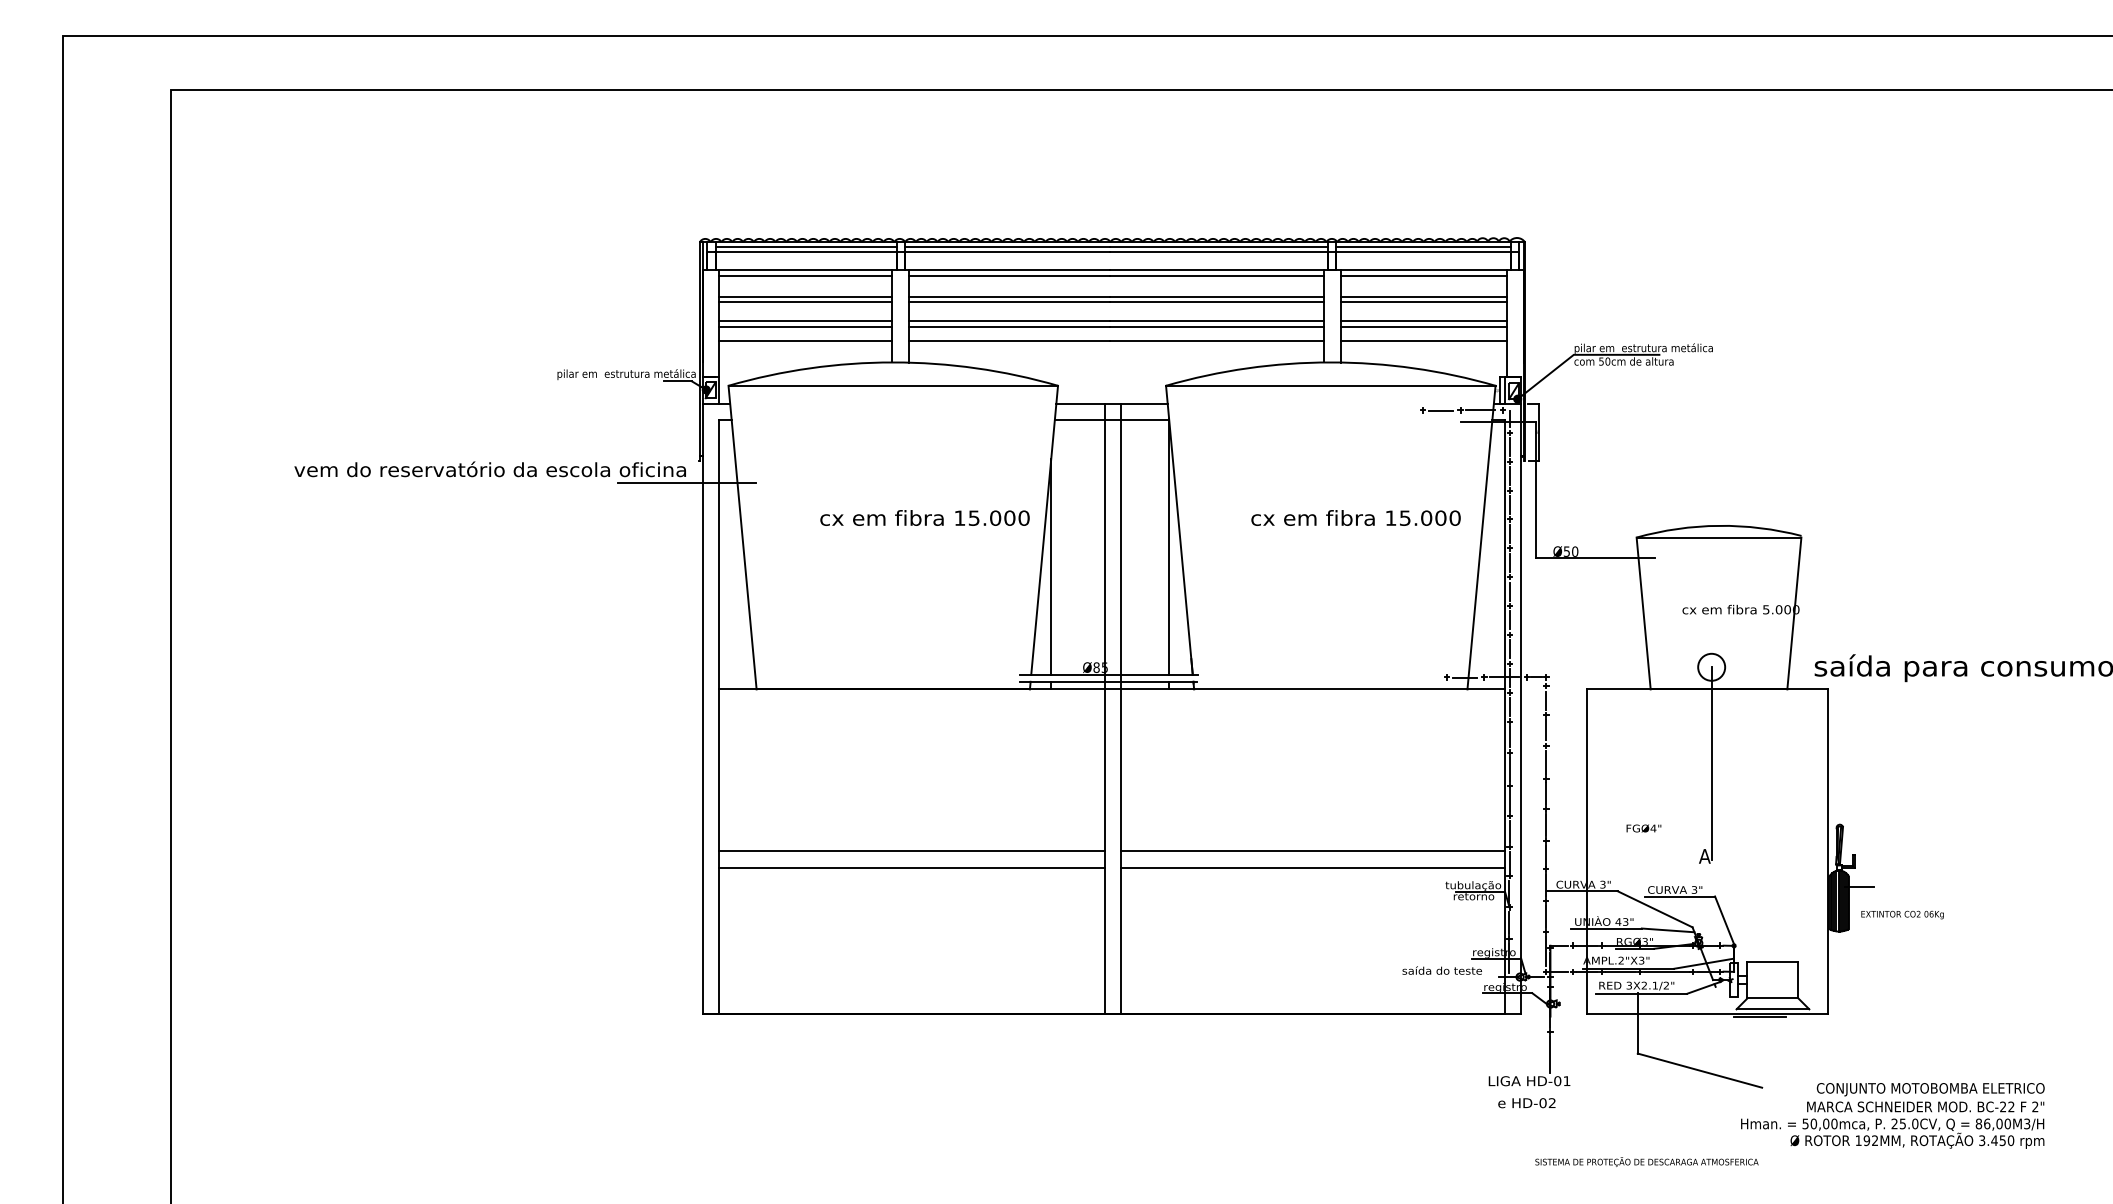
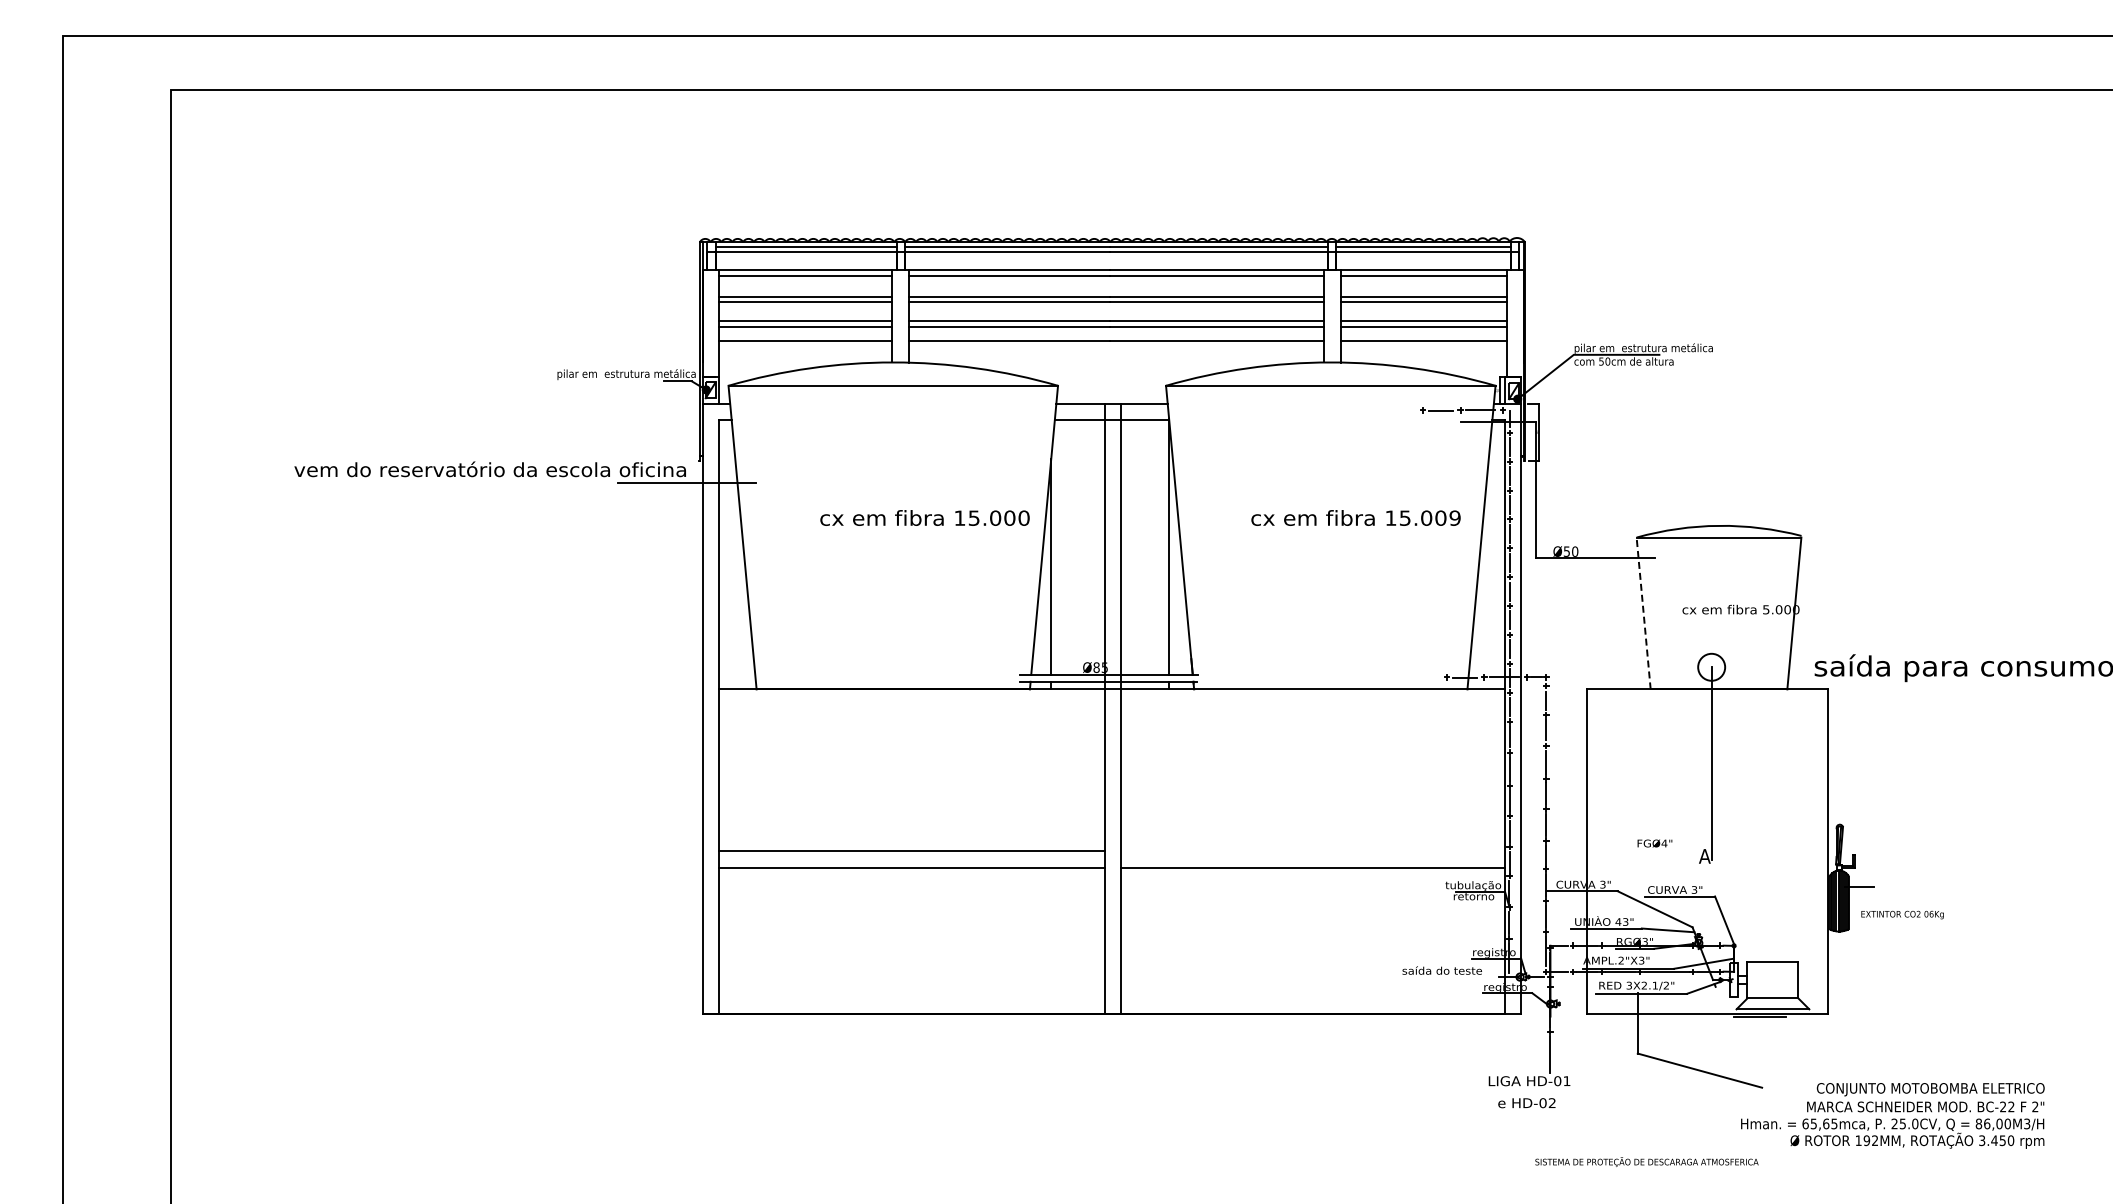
text at (1454, 517): 15.000 -> 15.009
line at (1643, 613): solid -> dashed
text at (1643, 828) position: (1643, 828) -> (1654, 843)
line at (1313, 851): present -> none
text at (1819, 1123): 50,00mca, -> 65,65mca,
